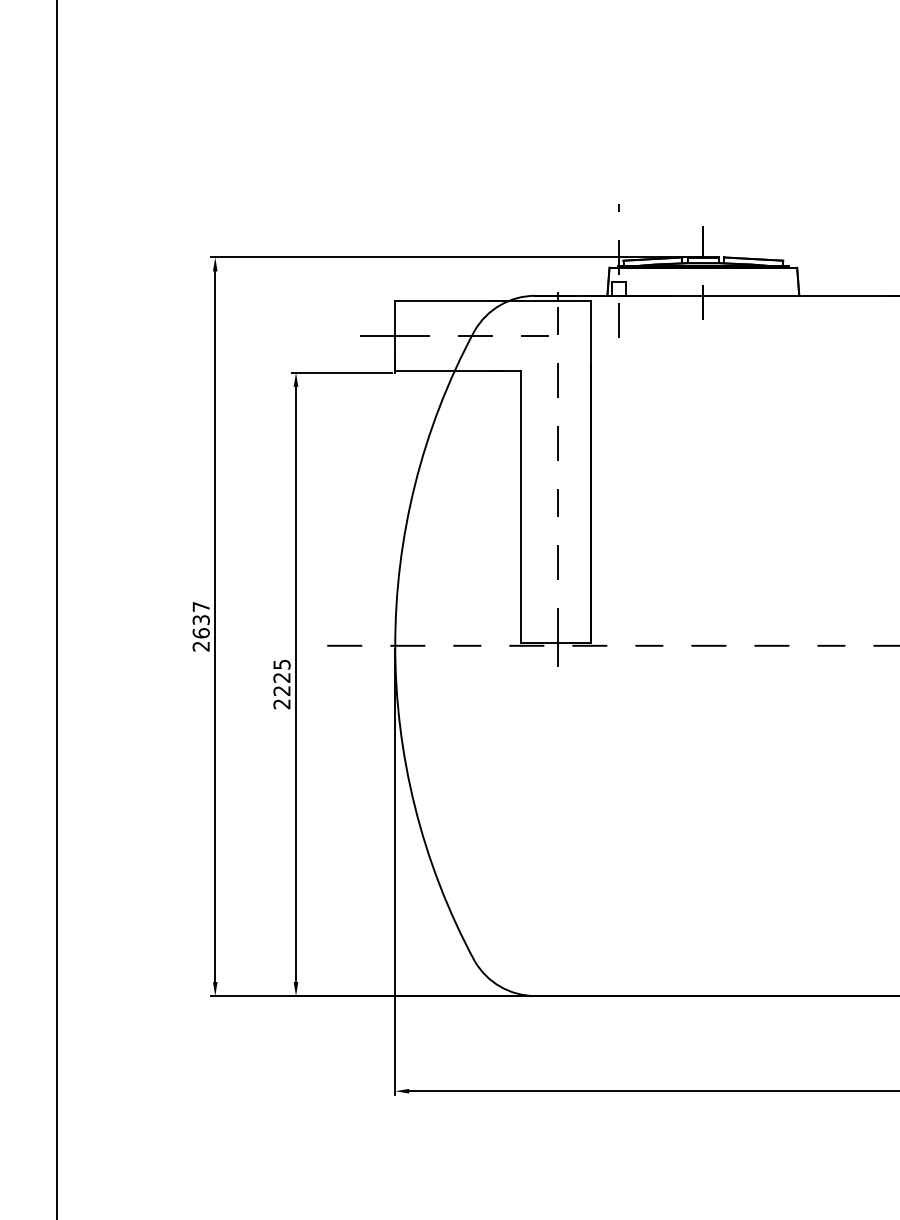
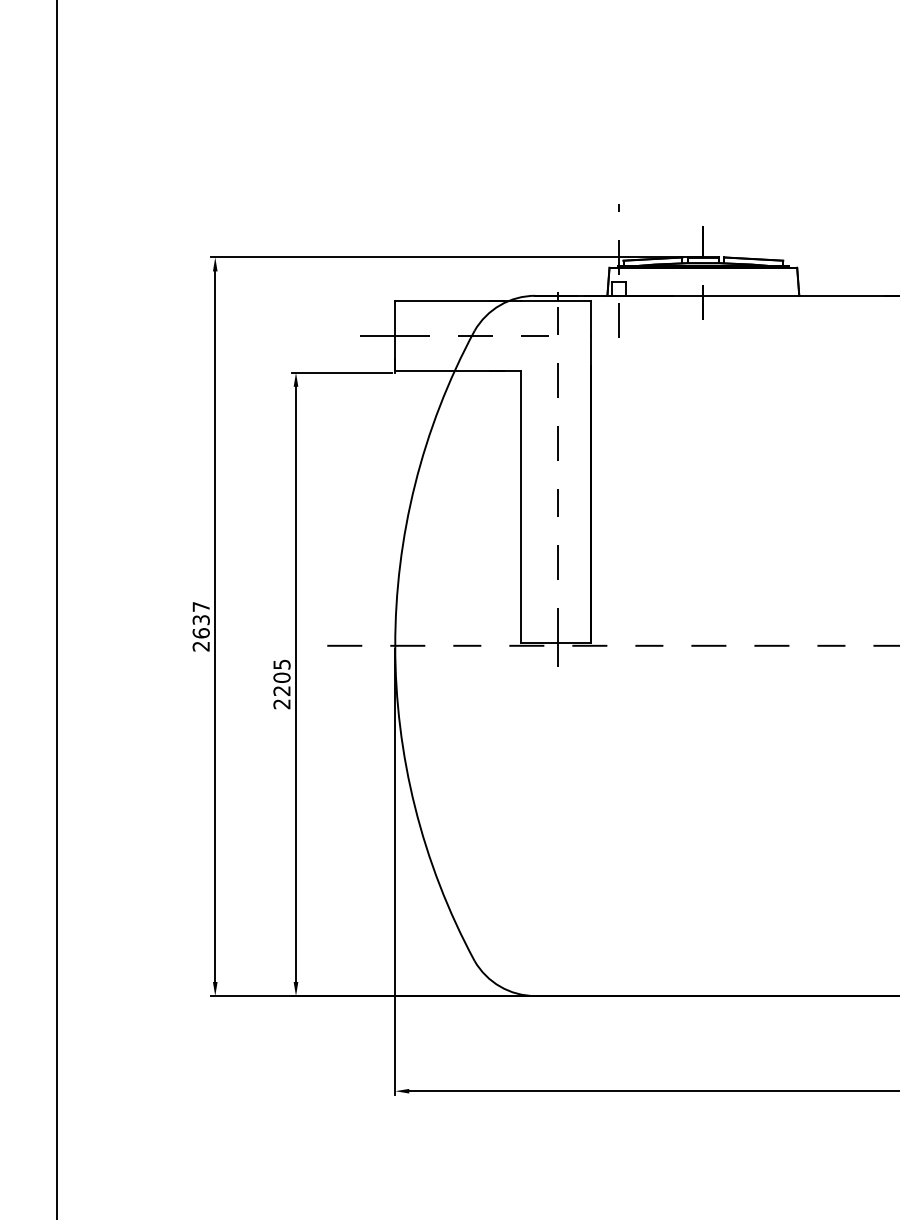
text at (281, 677): 2225 -> 2205
